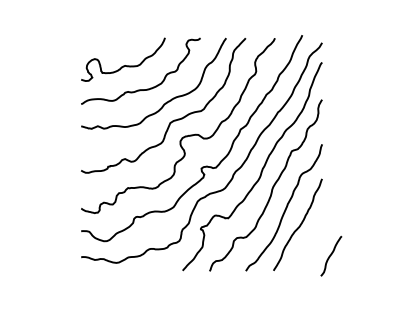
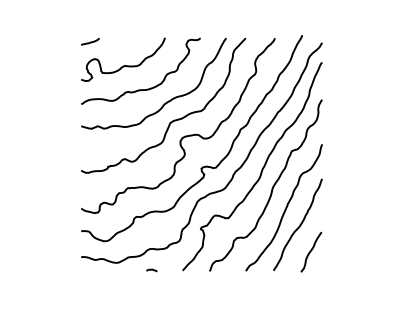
curve at (90, 41): none -> present
curve at (331, 255) position: (331, 255) -> (311, 251)
curve at (151, 270): none -> present
